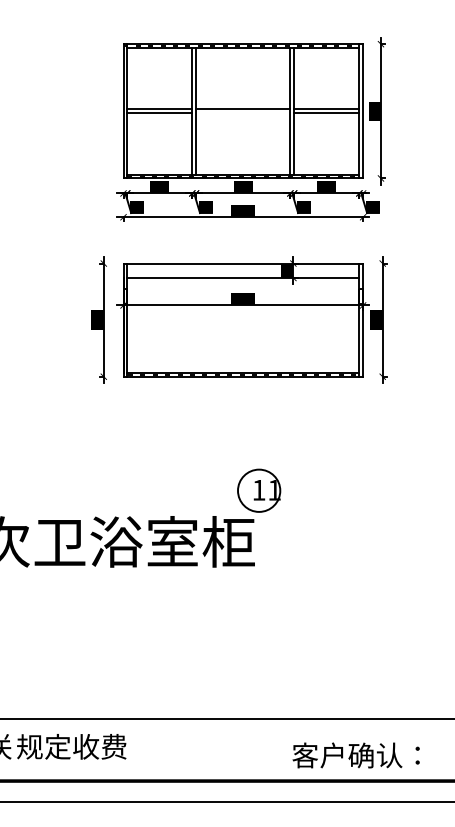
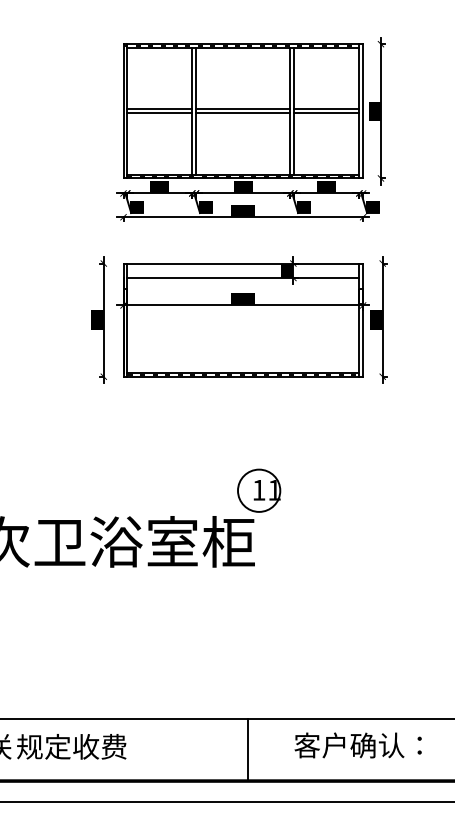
line at (243, 113): none -> present
line at (247, 749): none -> present
text at (355, 755) position: (355, 755) -> (357, 745)
